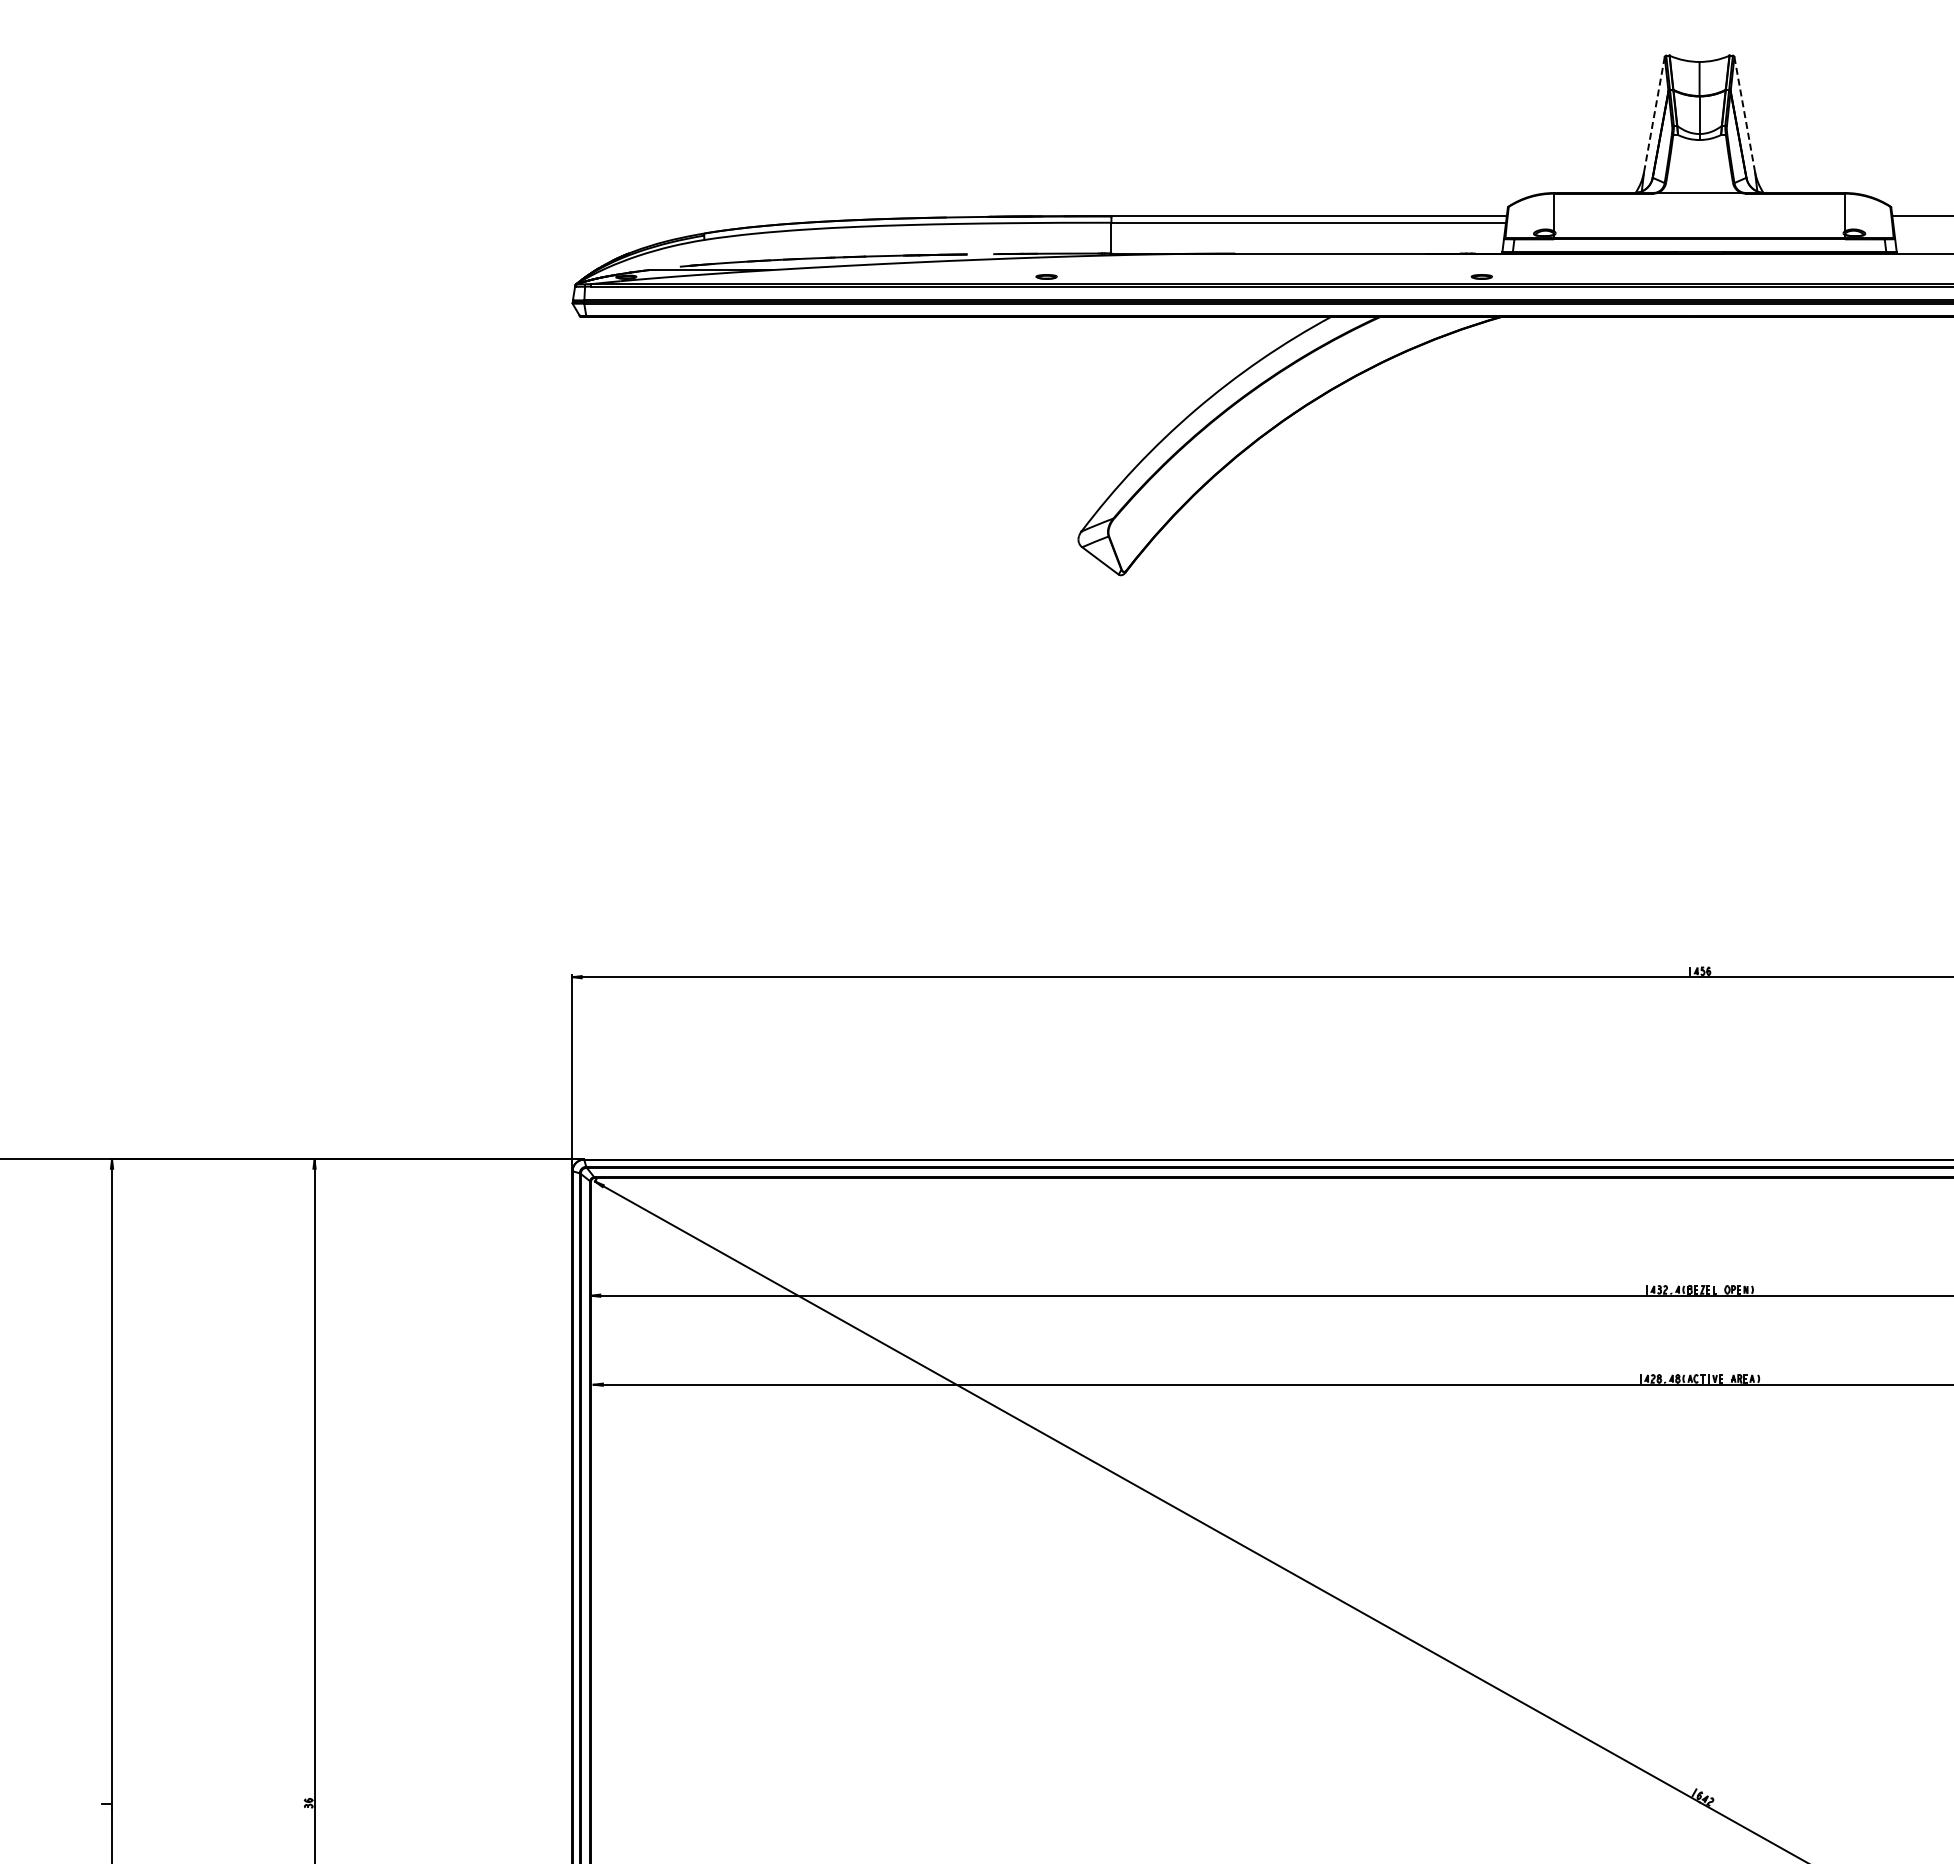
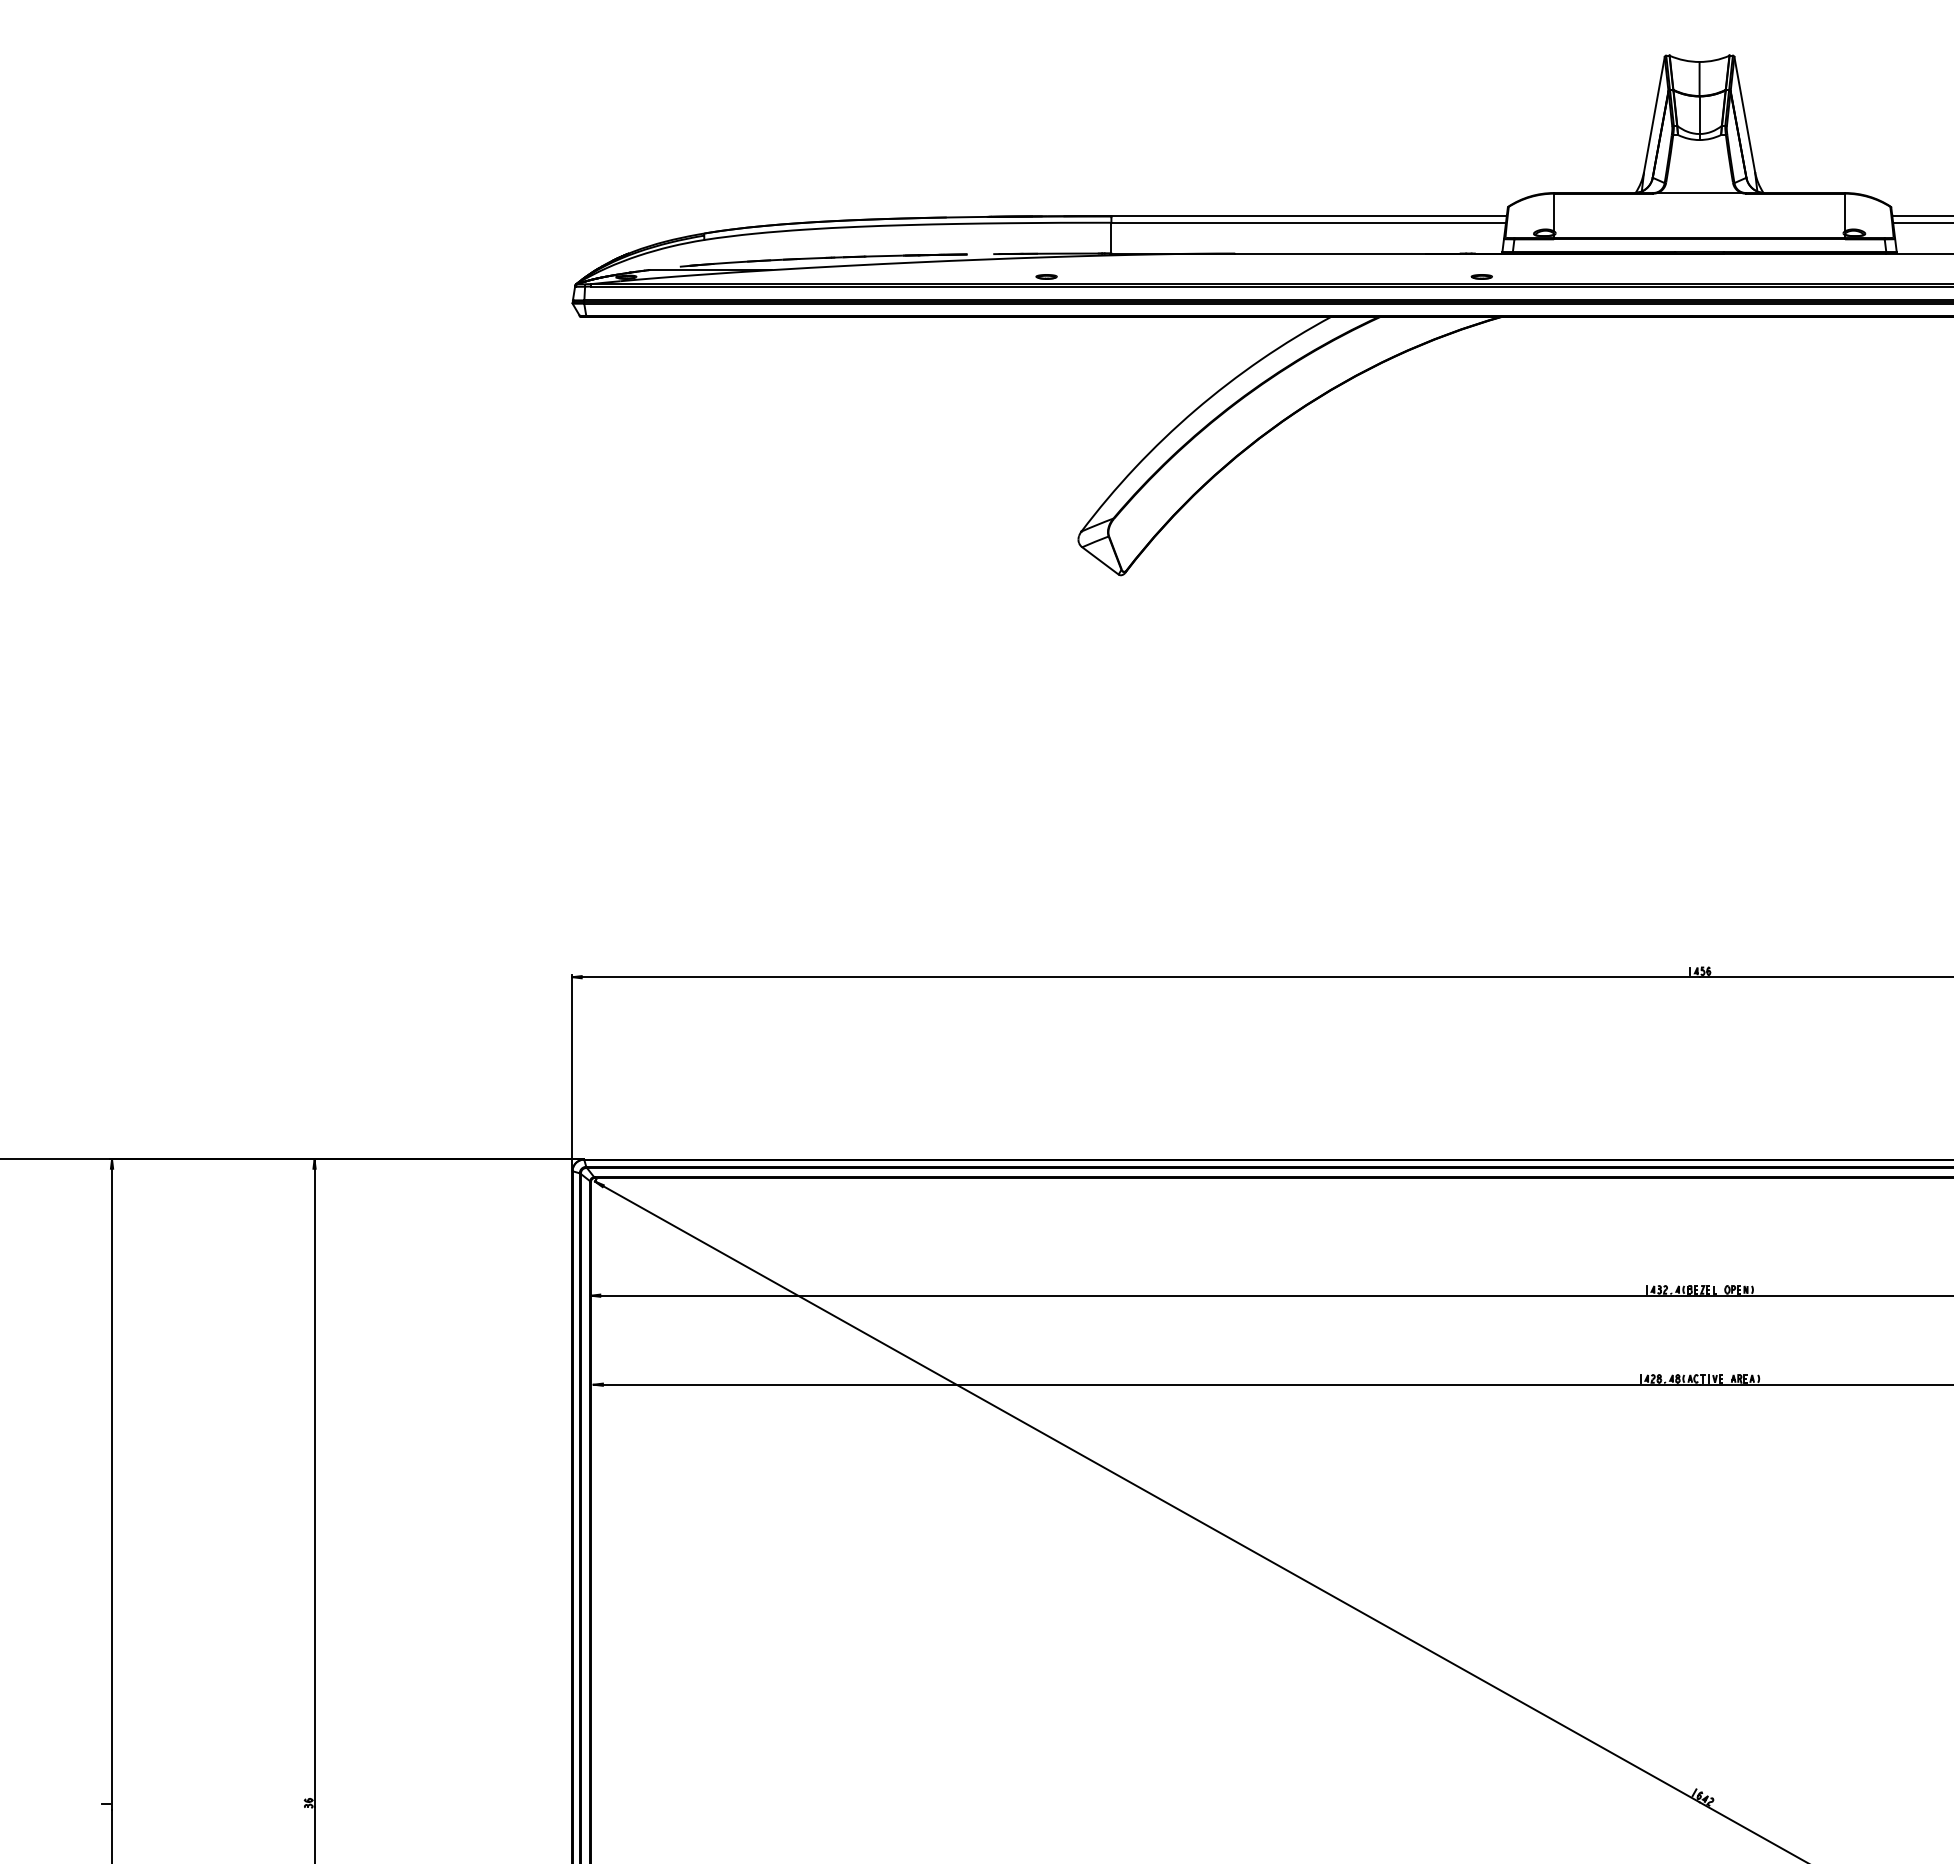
line at (1654, 114): dashed -> solid
line at (1744, 114): dashed -> solid
line at (1921, 222): none -> present
